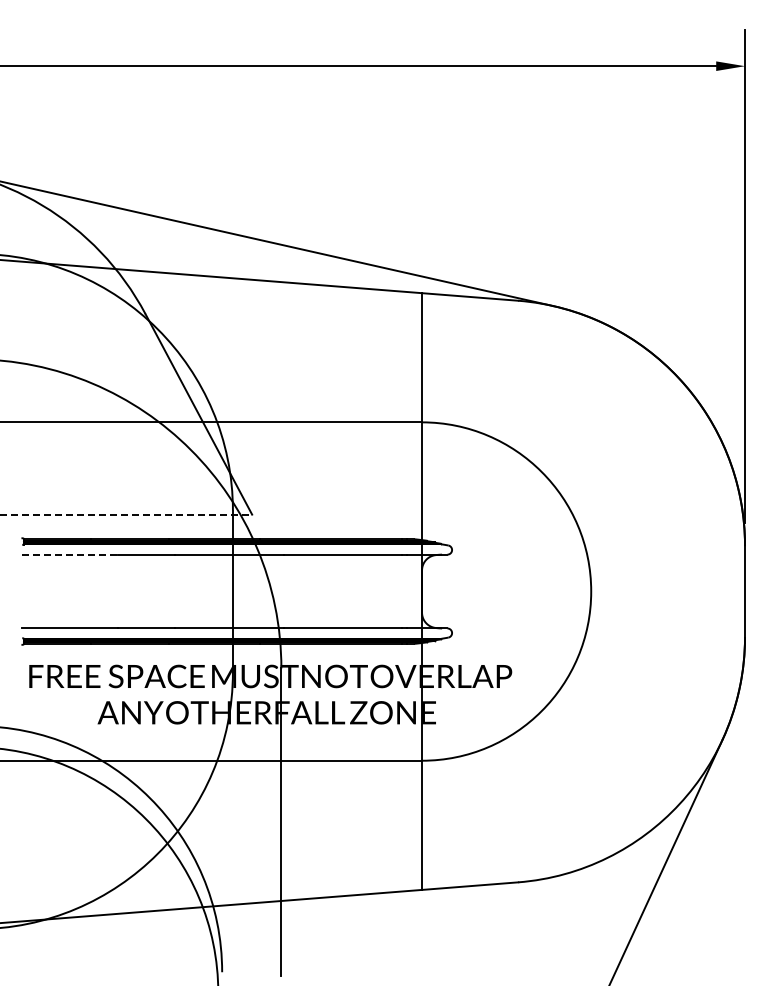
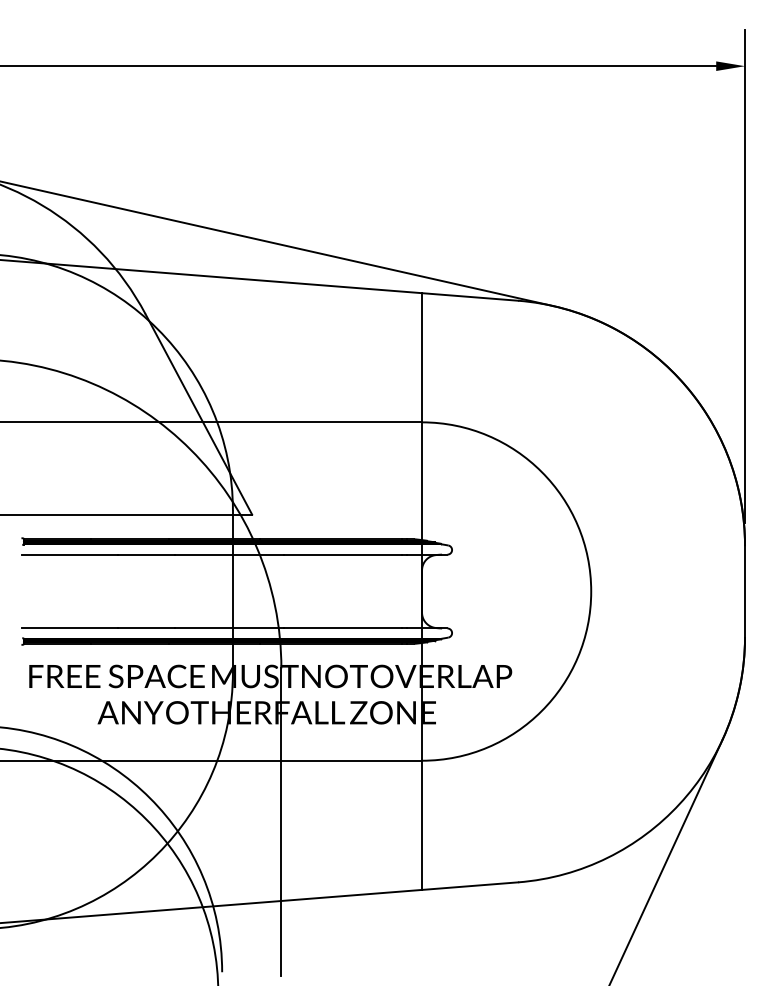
line at (126, 514): dashed -> solid
line at (69, 554): dashed -> solid
